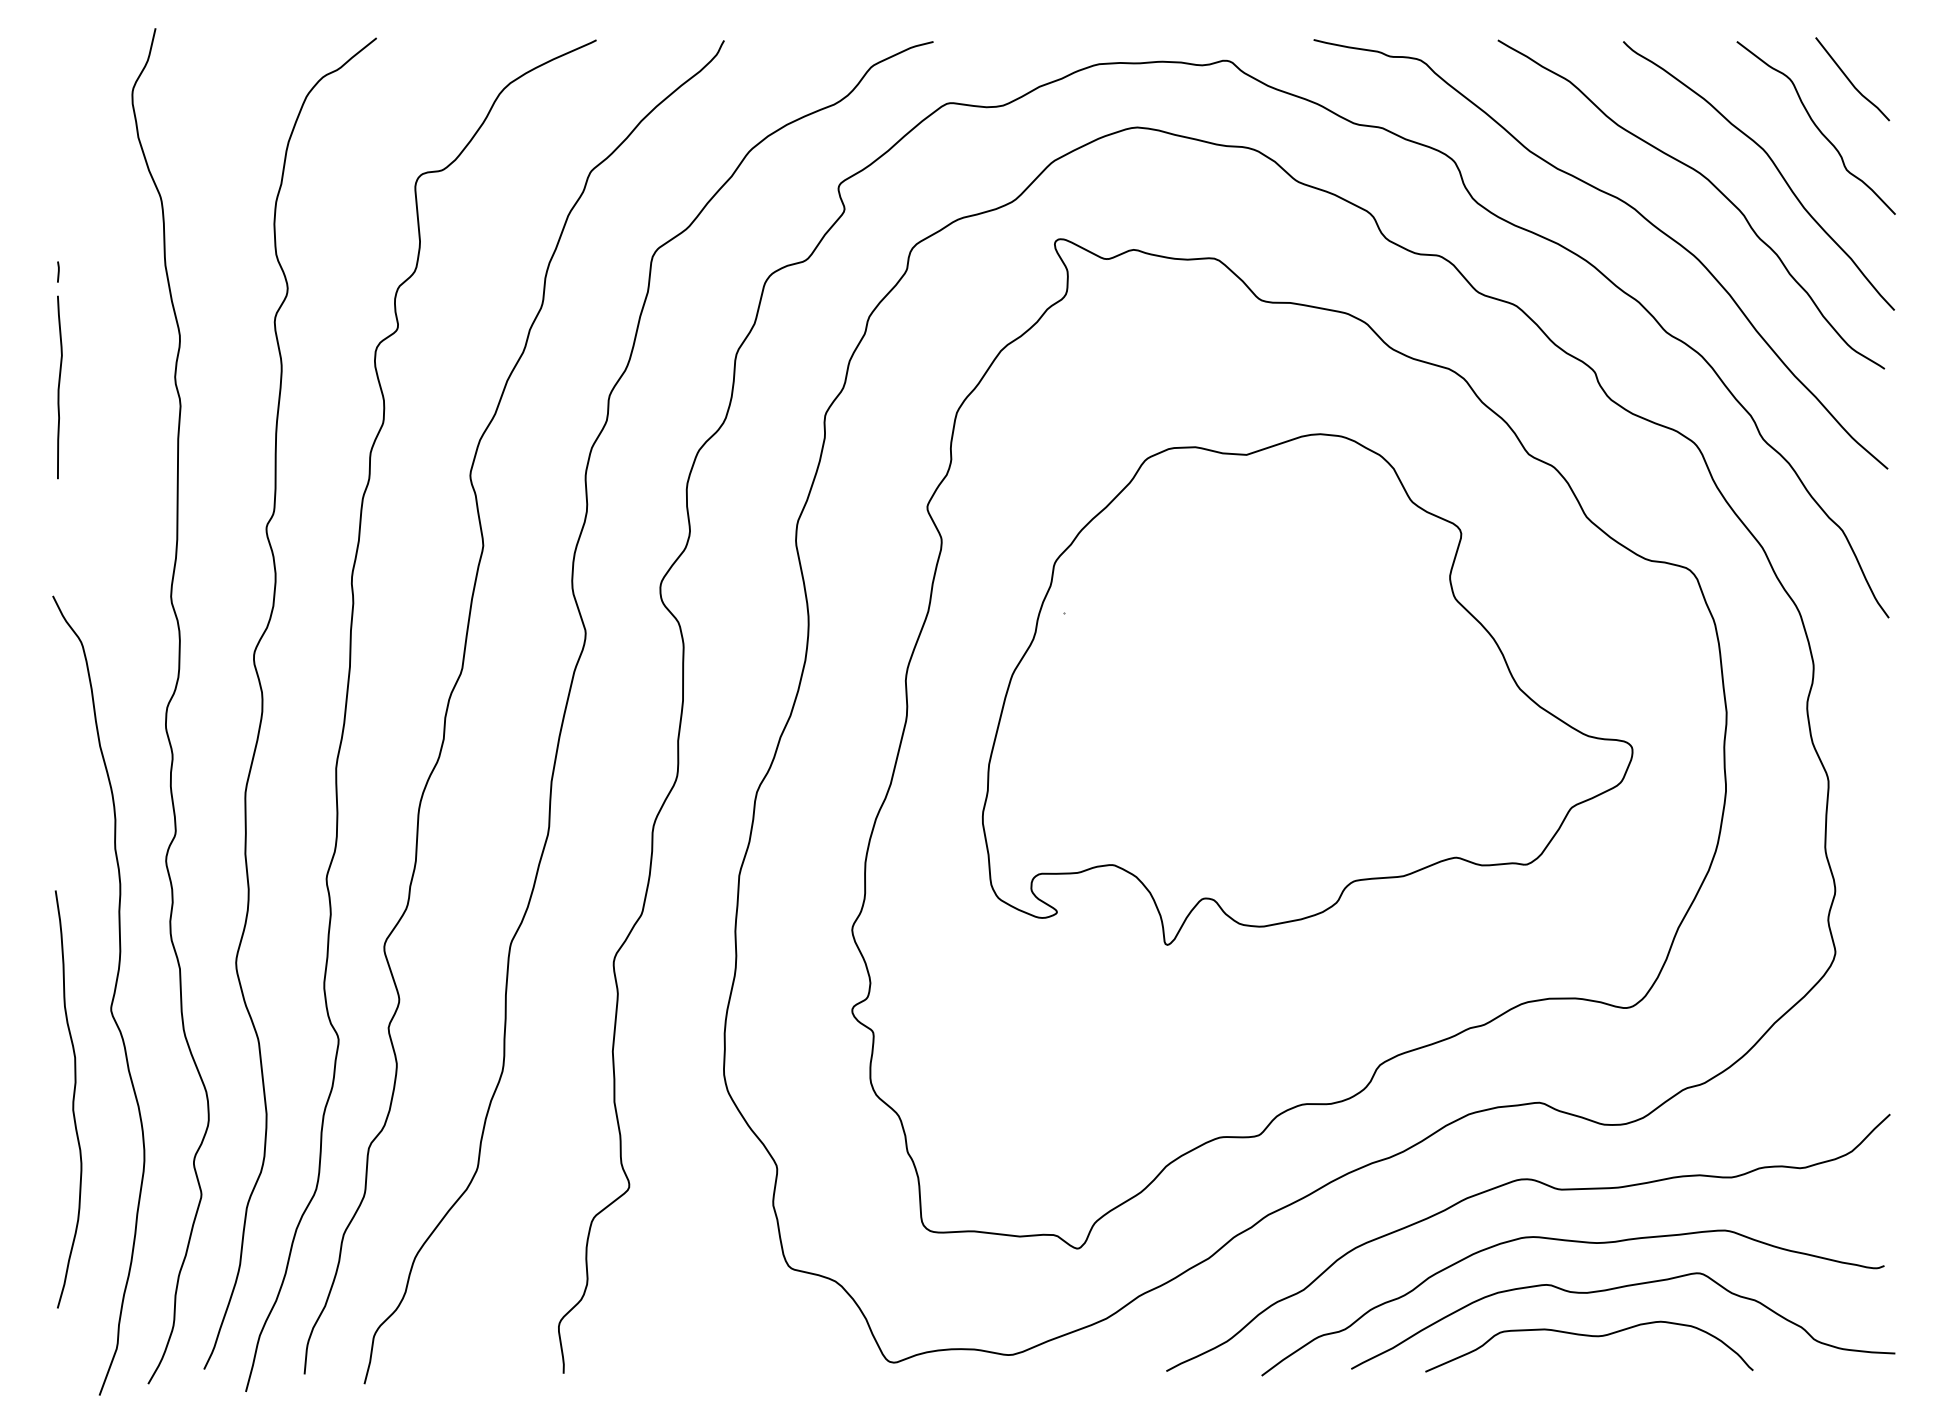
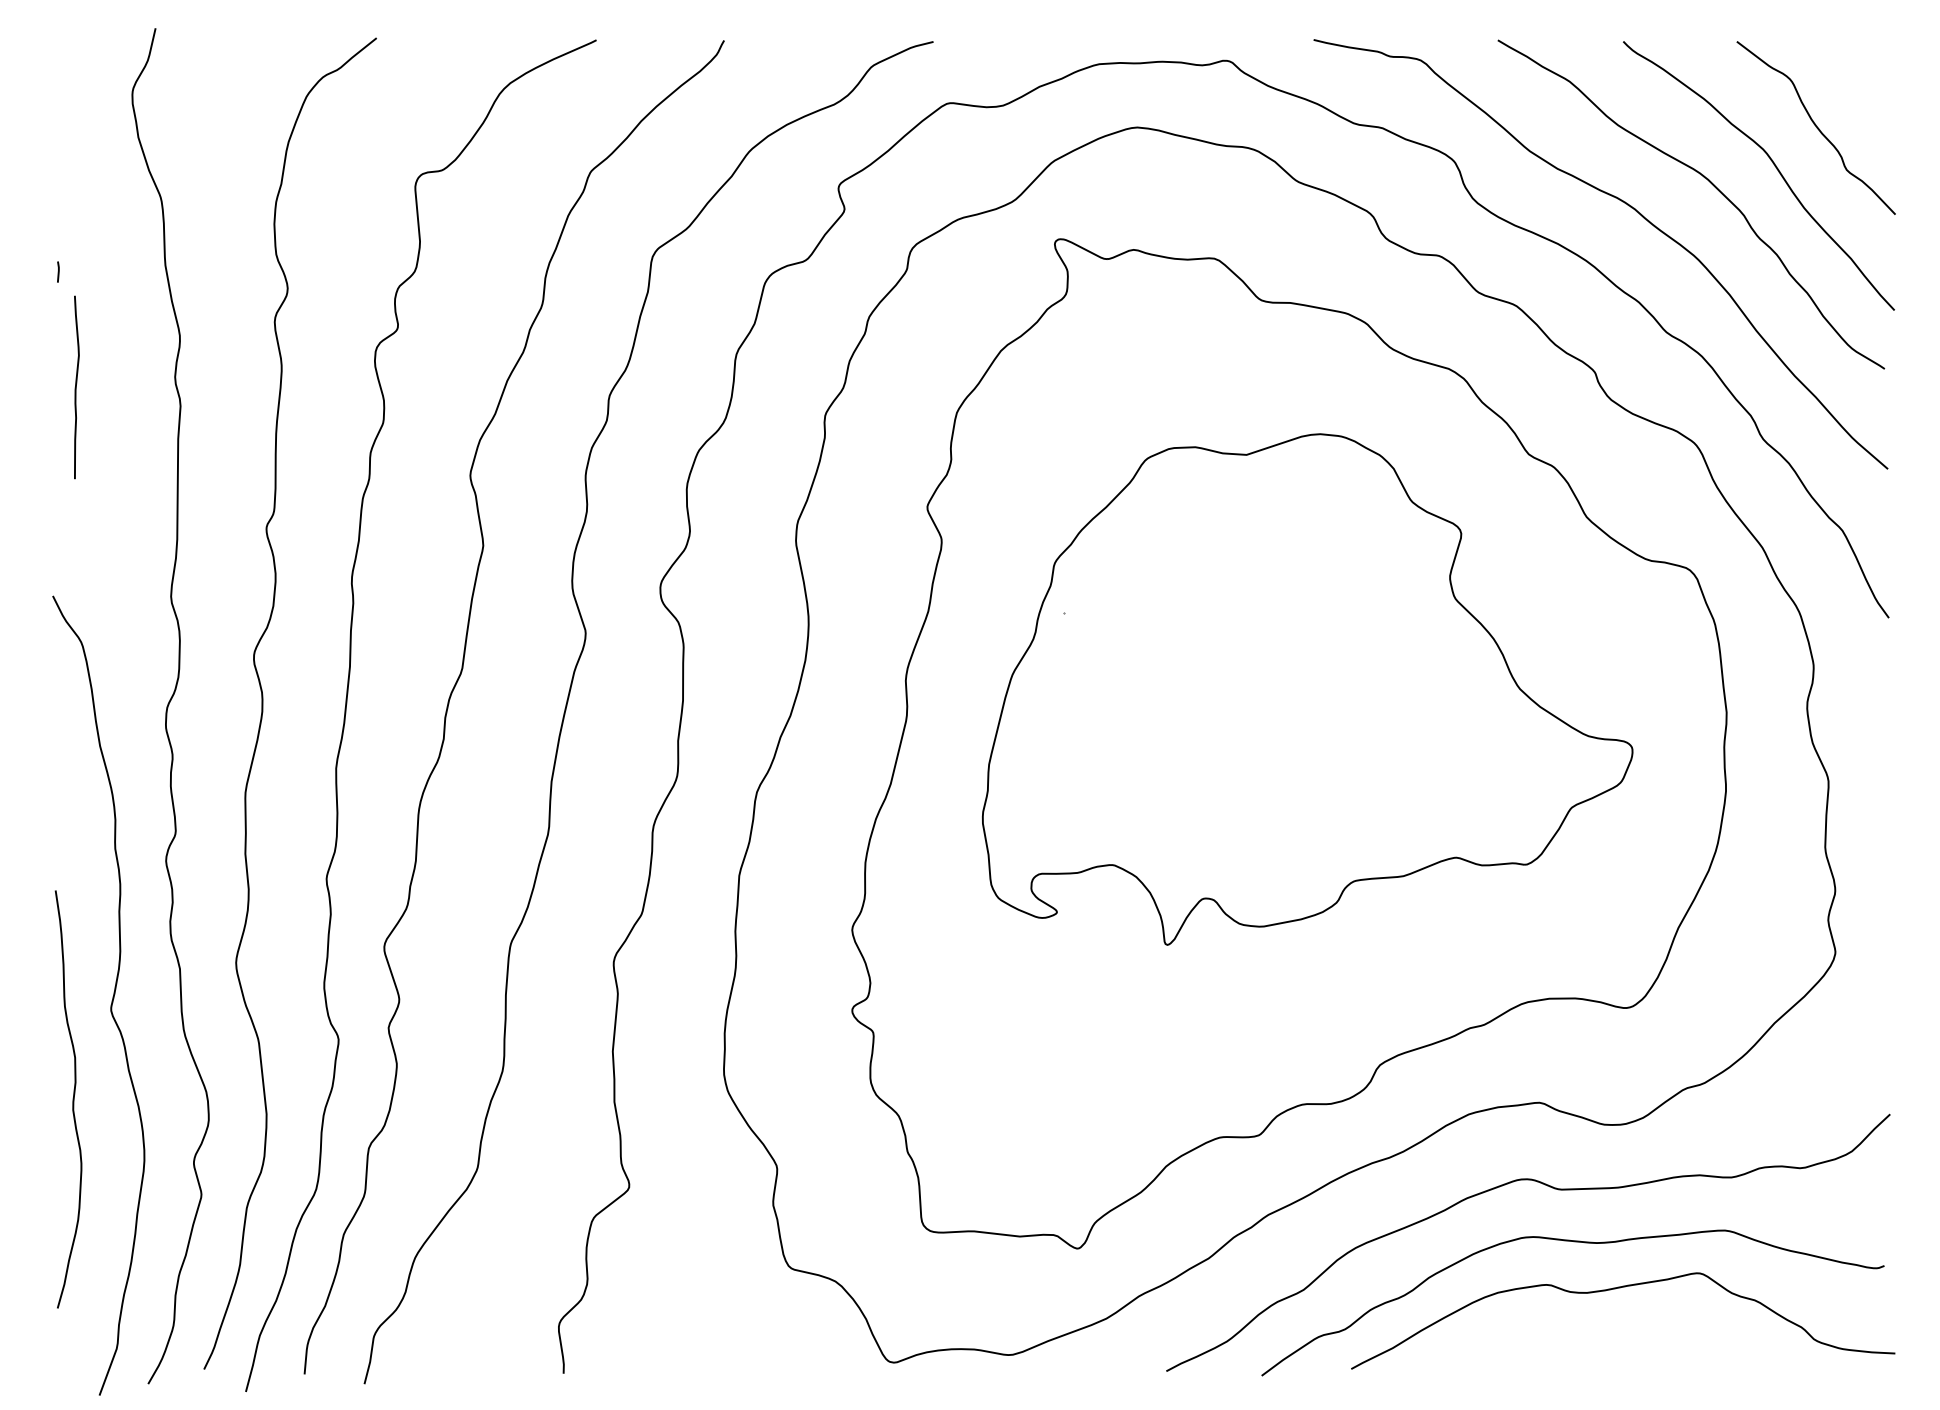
line at (1850, 80): present -> none
curve at (59, 387) position: (59, 387) -> (76, 387)
curve at (1589, 1336): present -> none
